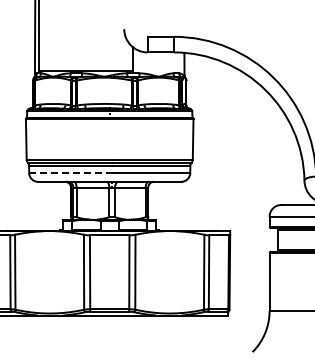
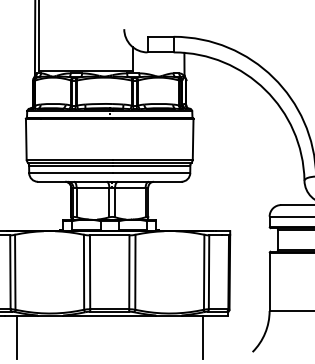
line at (70, 173): dashed -> solid
line at (16, 336): none -> present
line at (202, 336): none -> present
